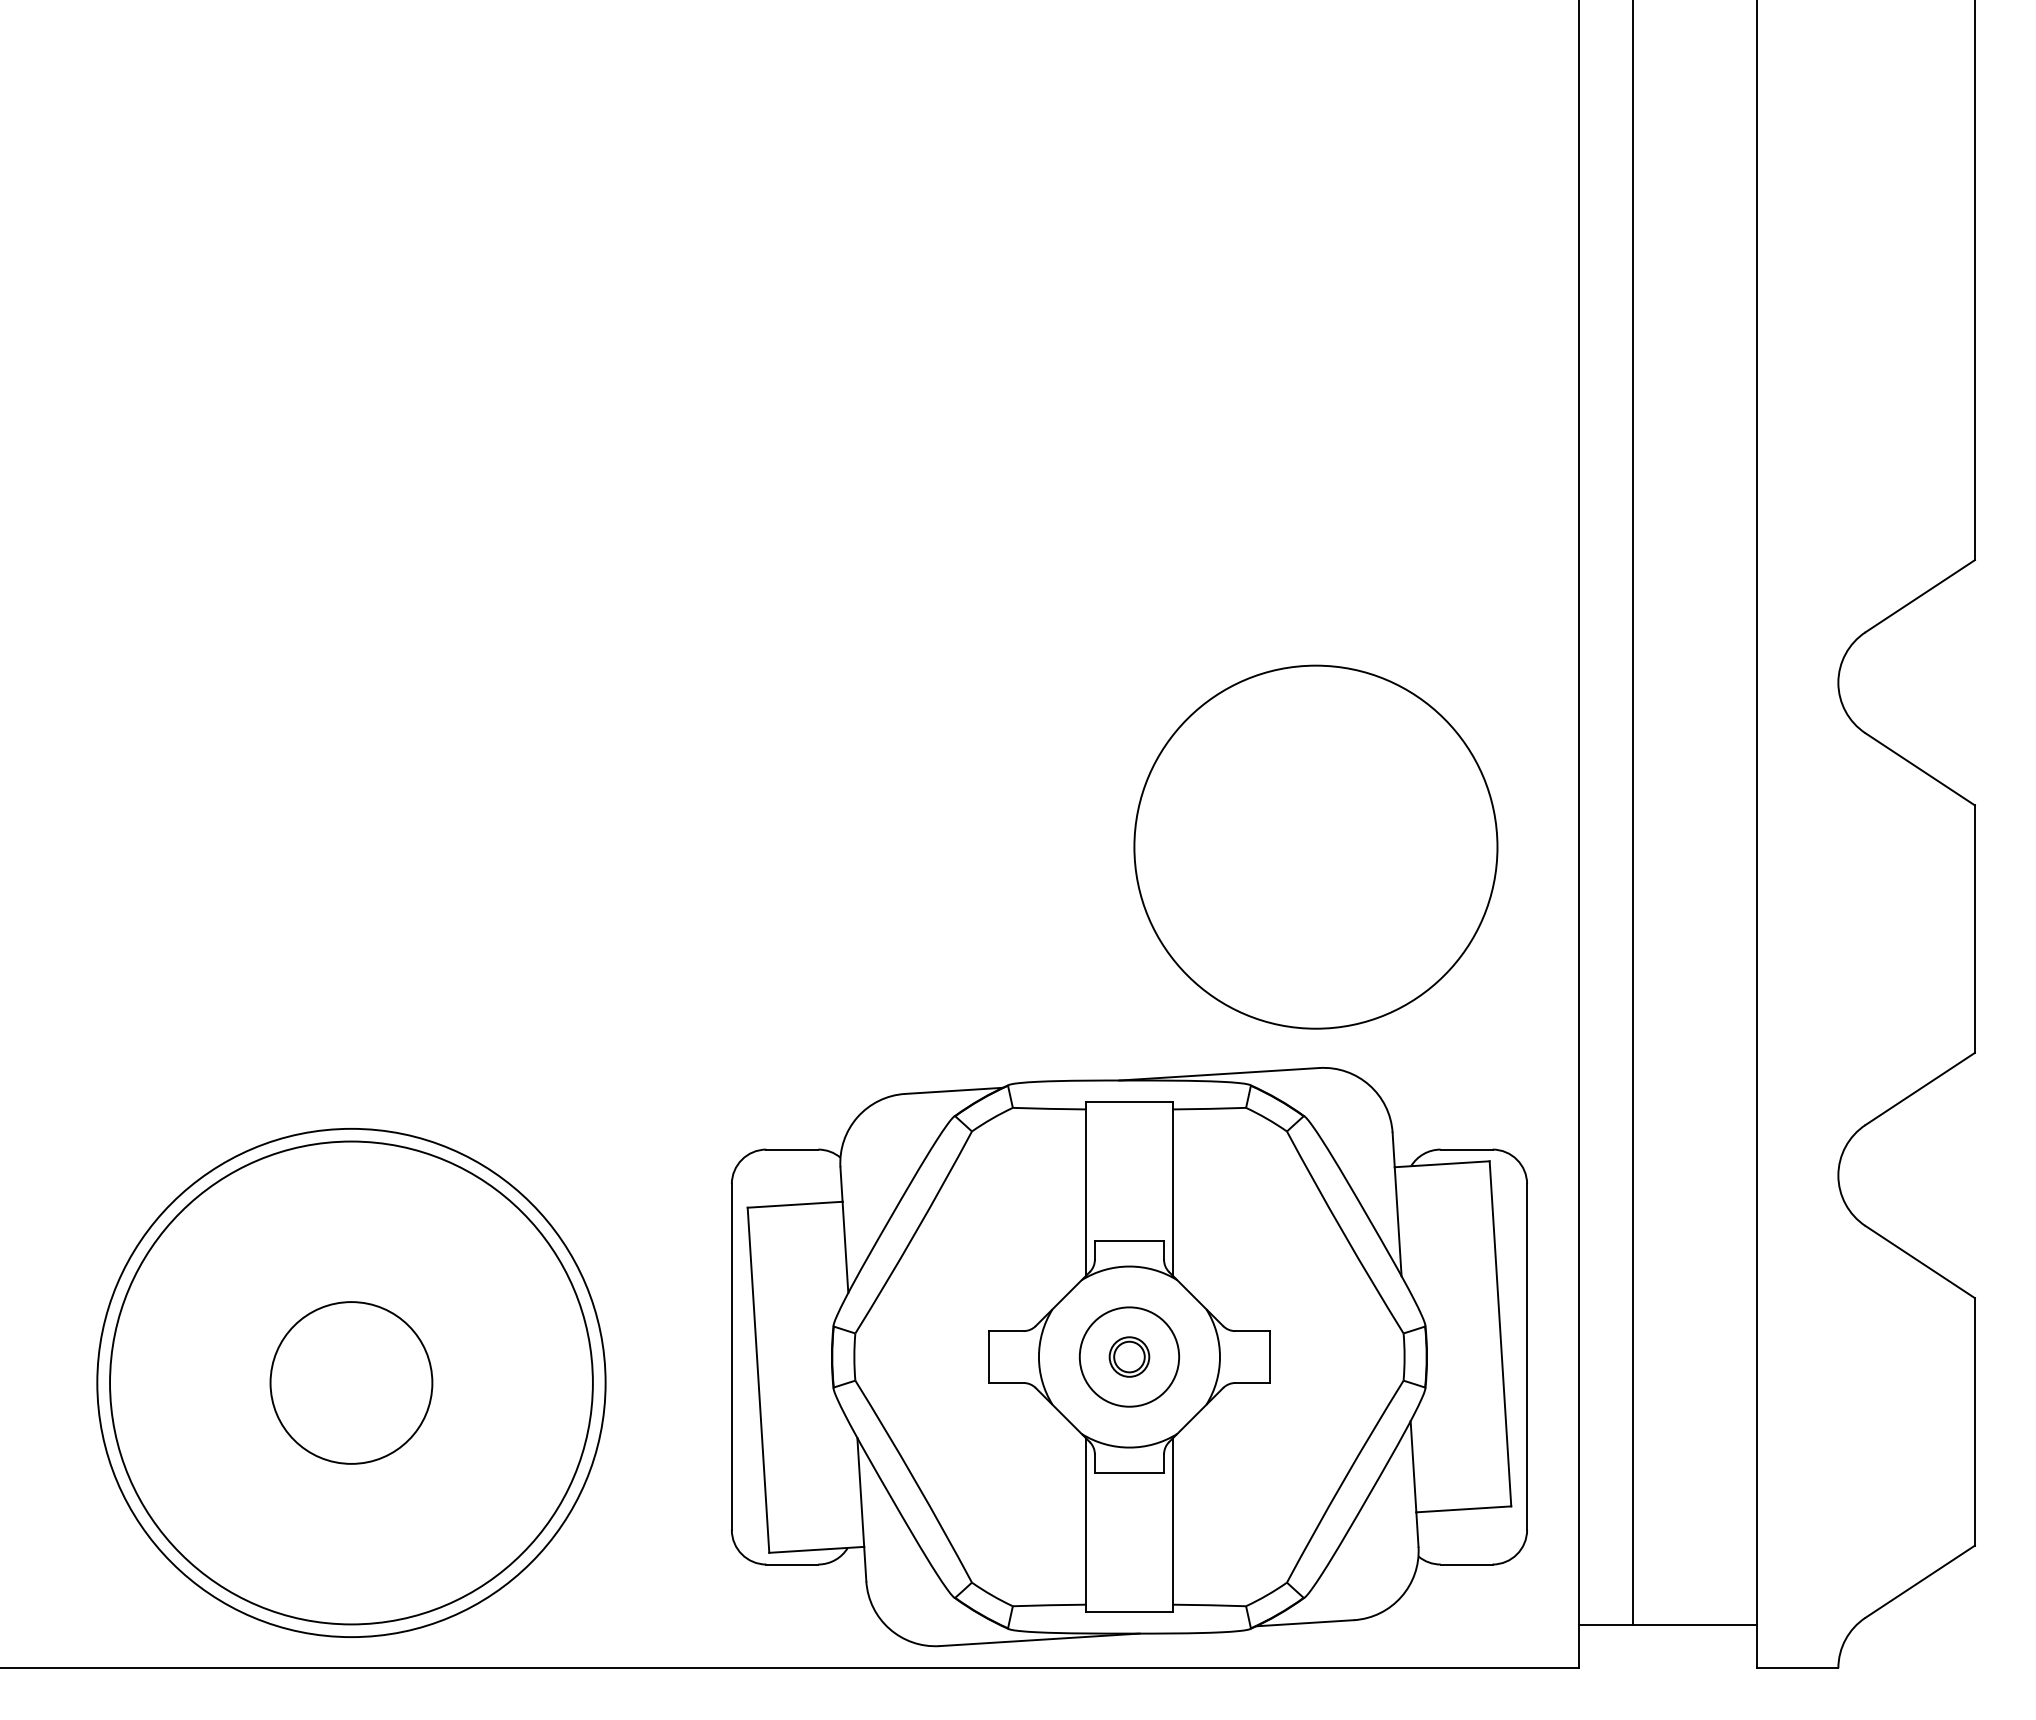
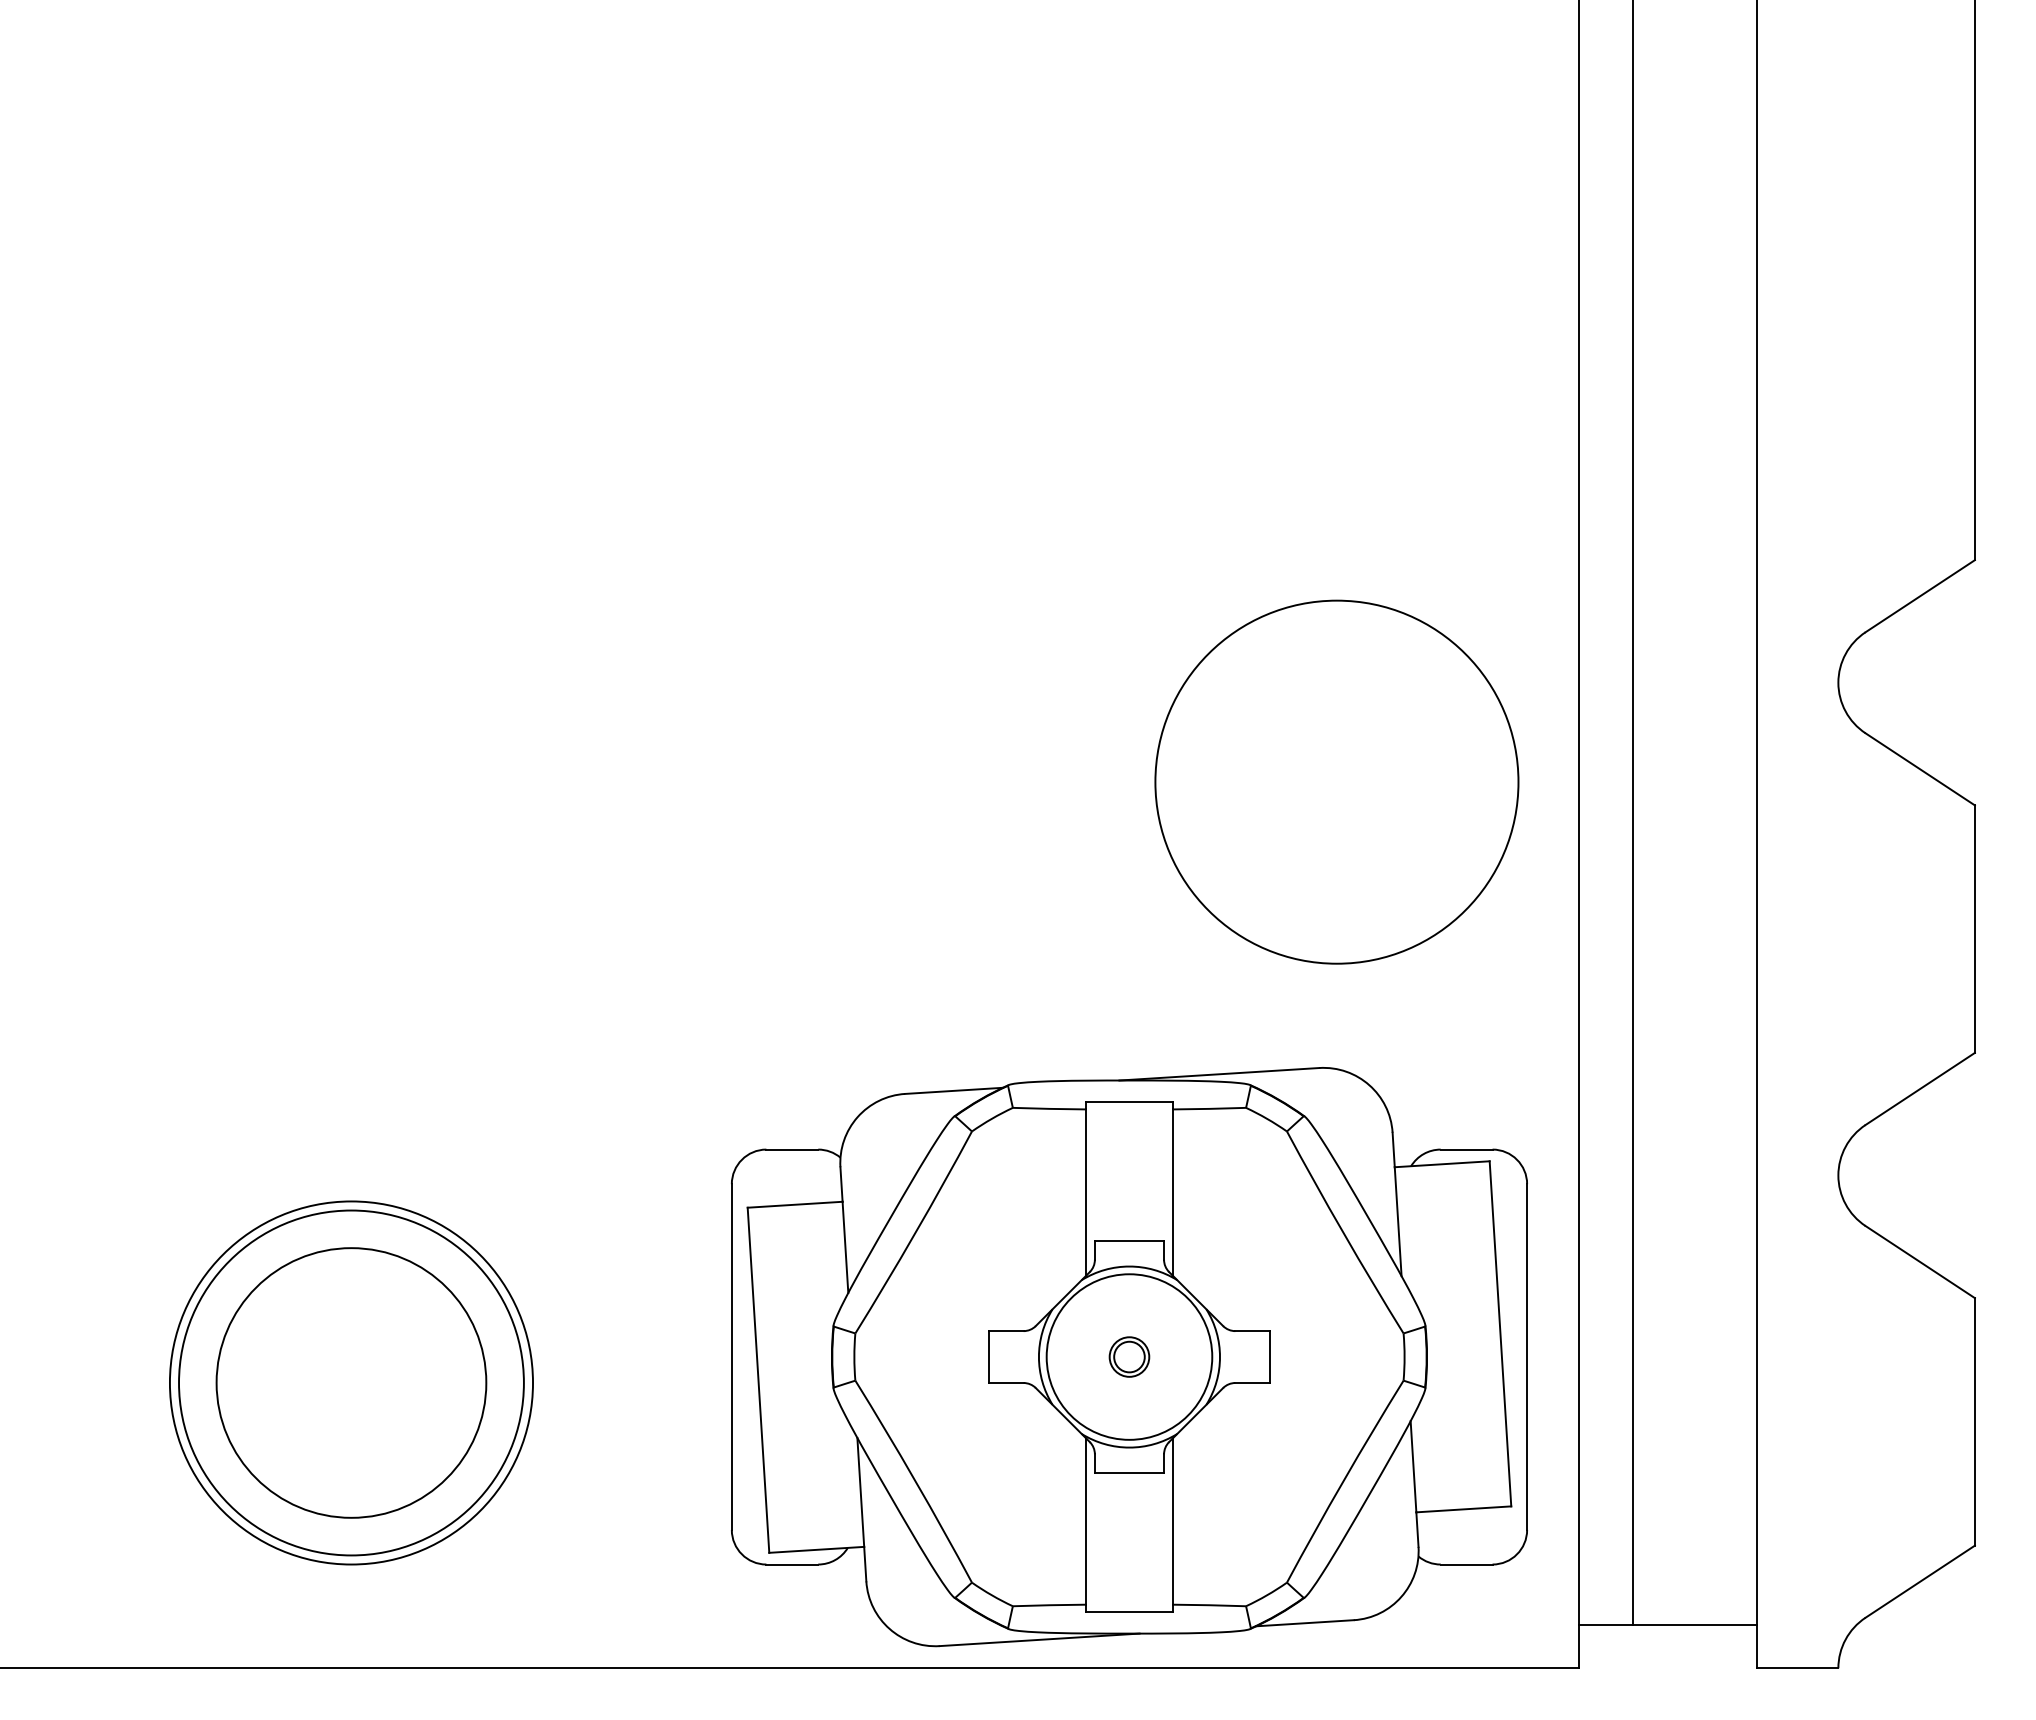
circle at (1315, 846) position: (1315, 846) -> (1336, 781)
circle at (1129, 1356) diameter: 99 px -> 166 px
circle at (351, 1382) diameter: 162 px -> 270 px
circle at (351, 1382) diameter: 483 px -> 345 px
circle at (351, 1382) diameter: 508 px -> 363 px
